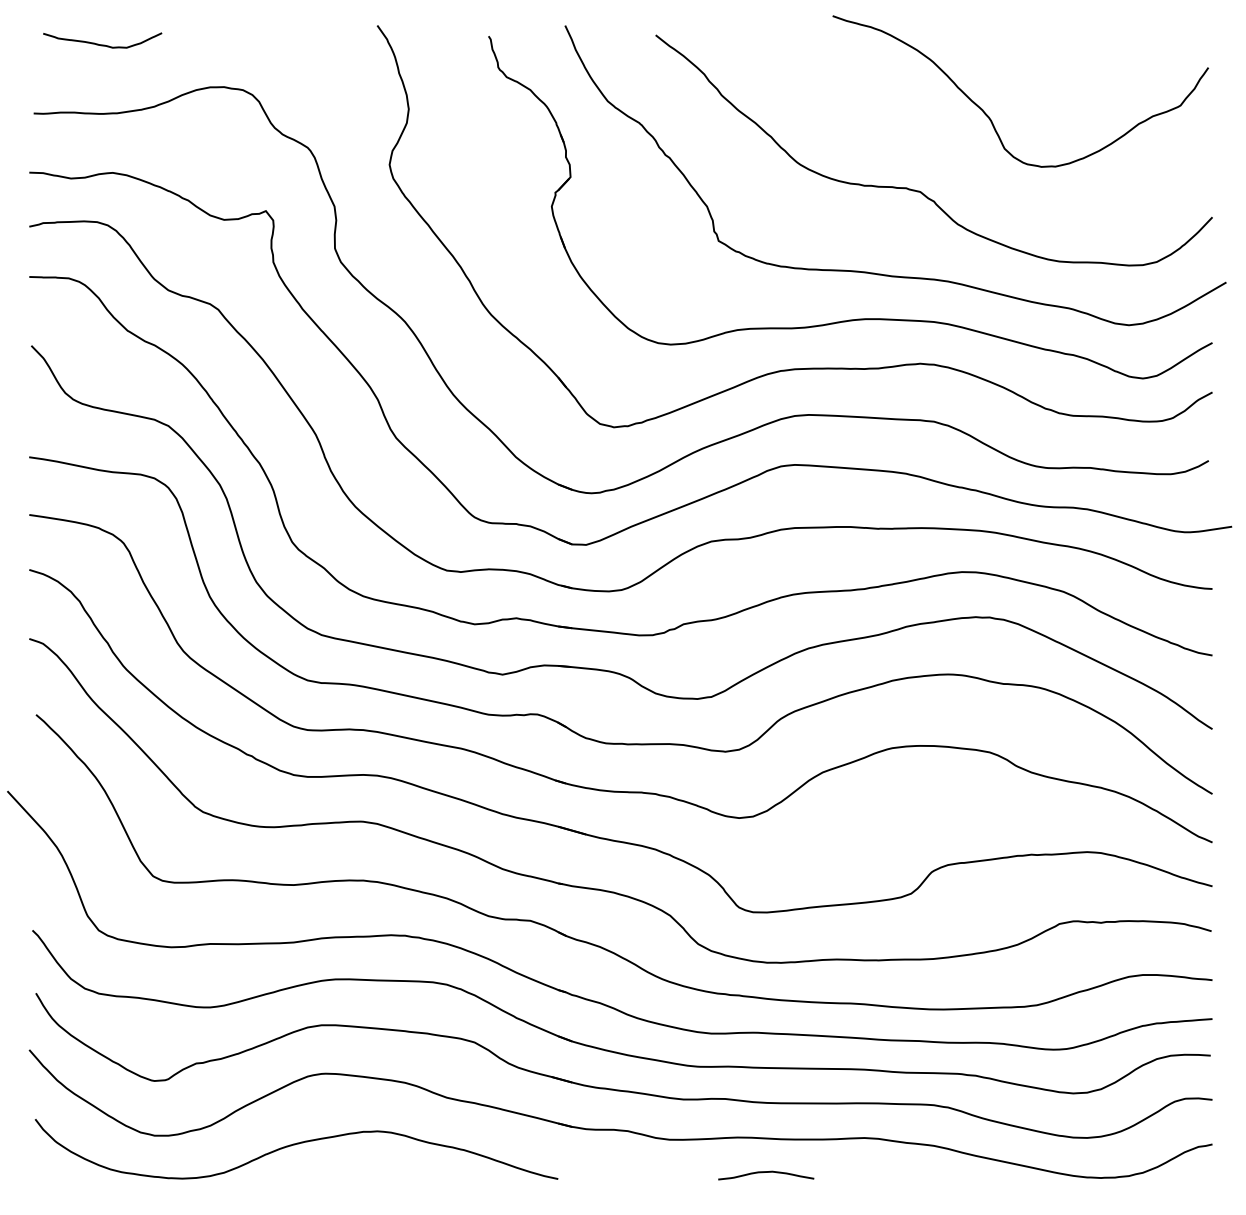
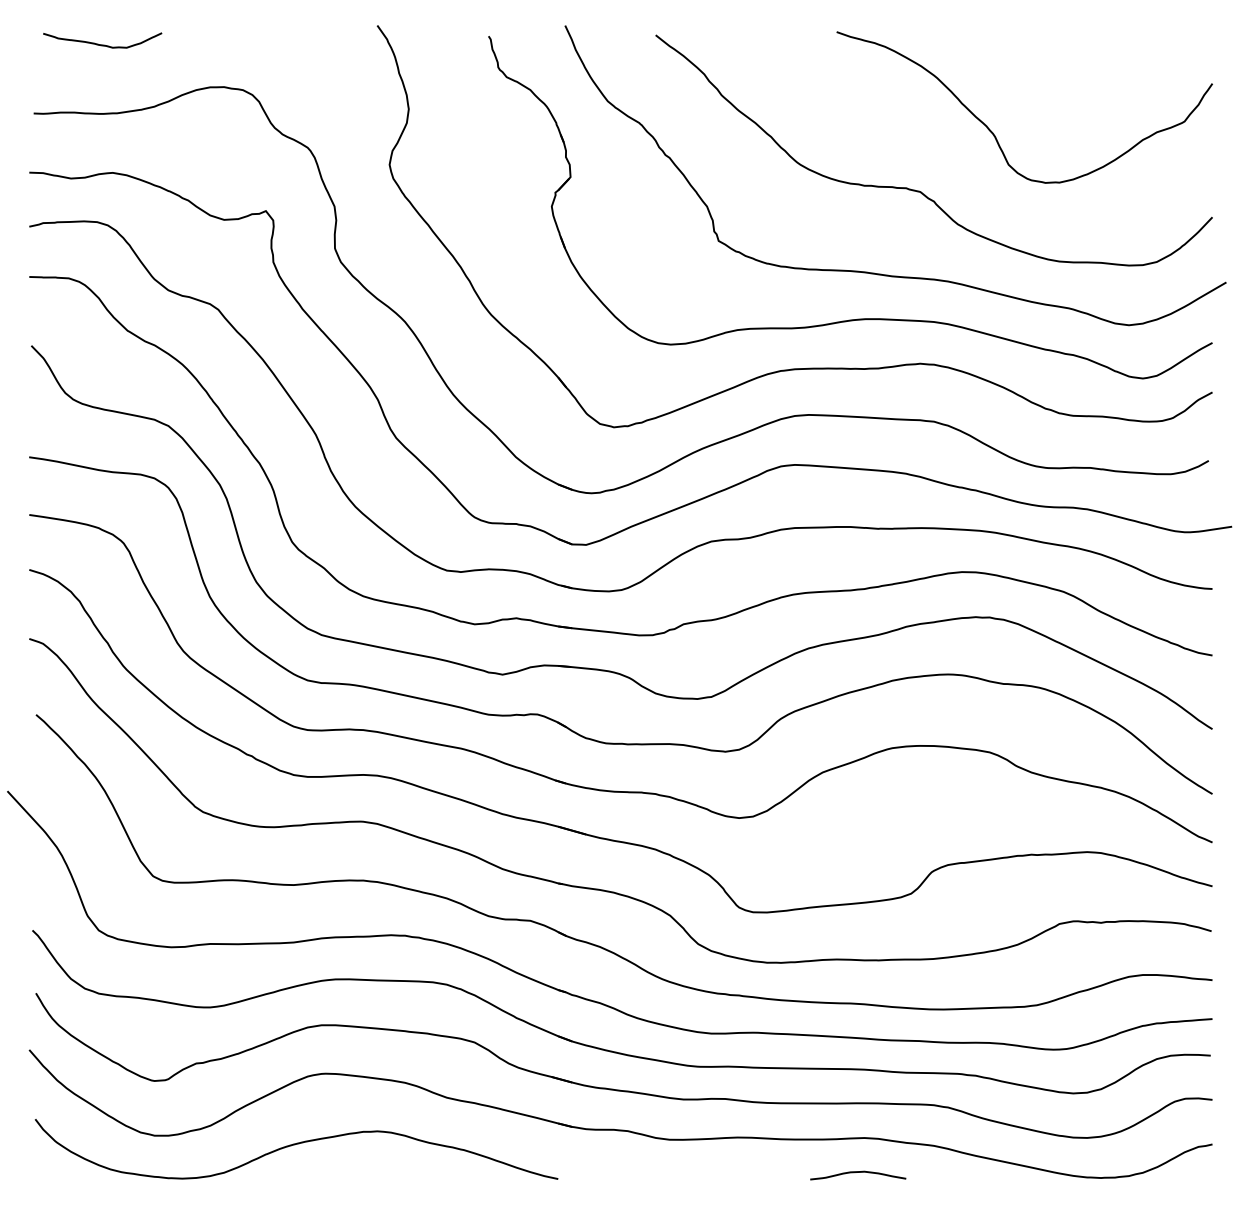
curve at (989, 116) position: (989, 116) -> (993, 132)
curve at (766, 1172) position: (766, 1172) -> (858, 1172)
